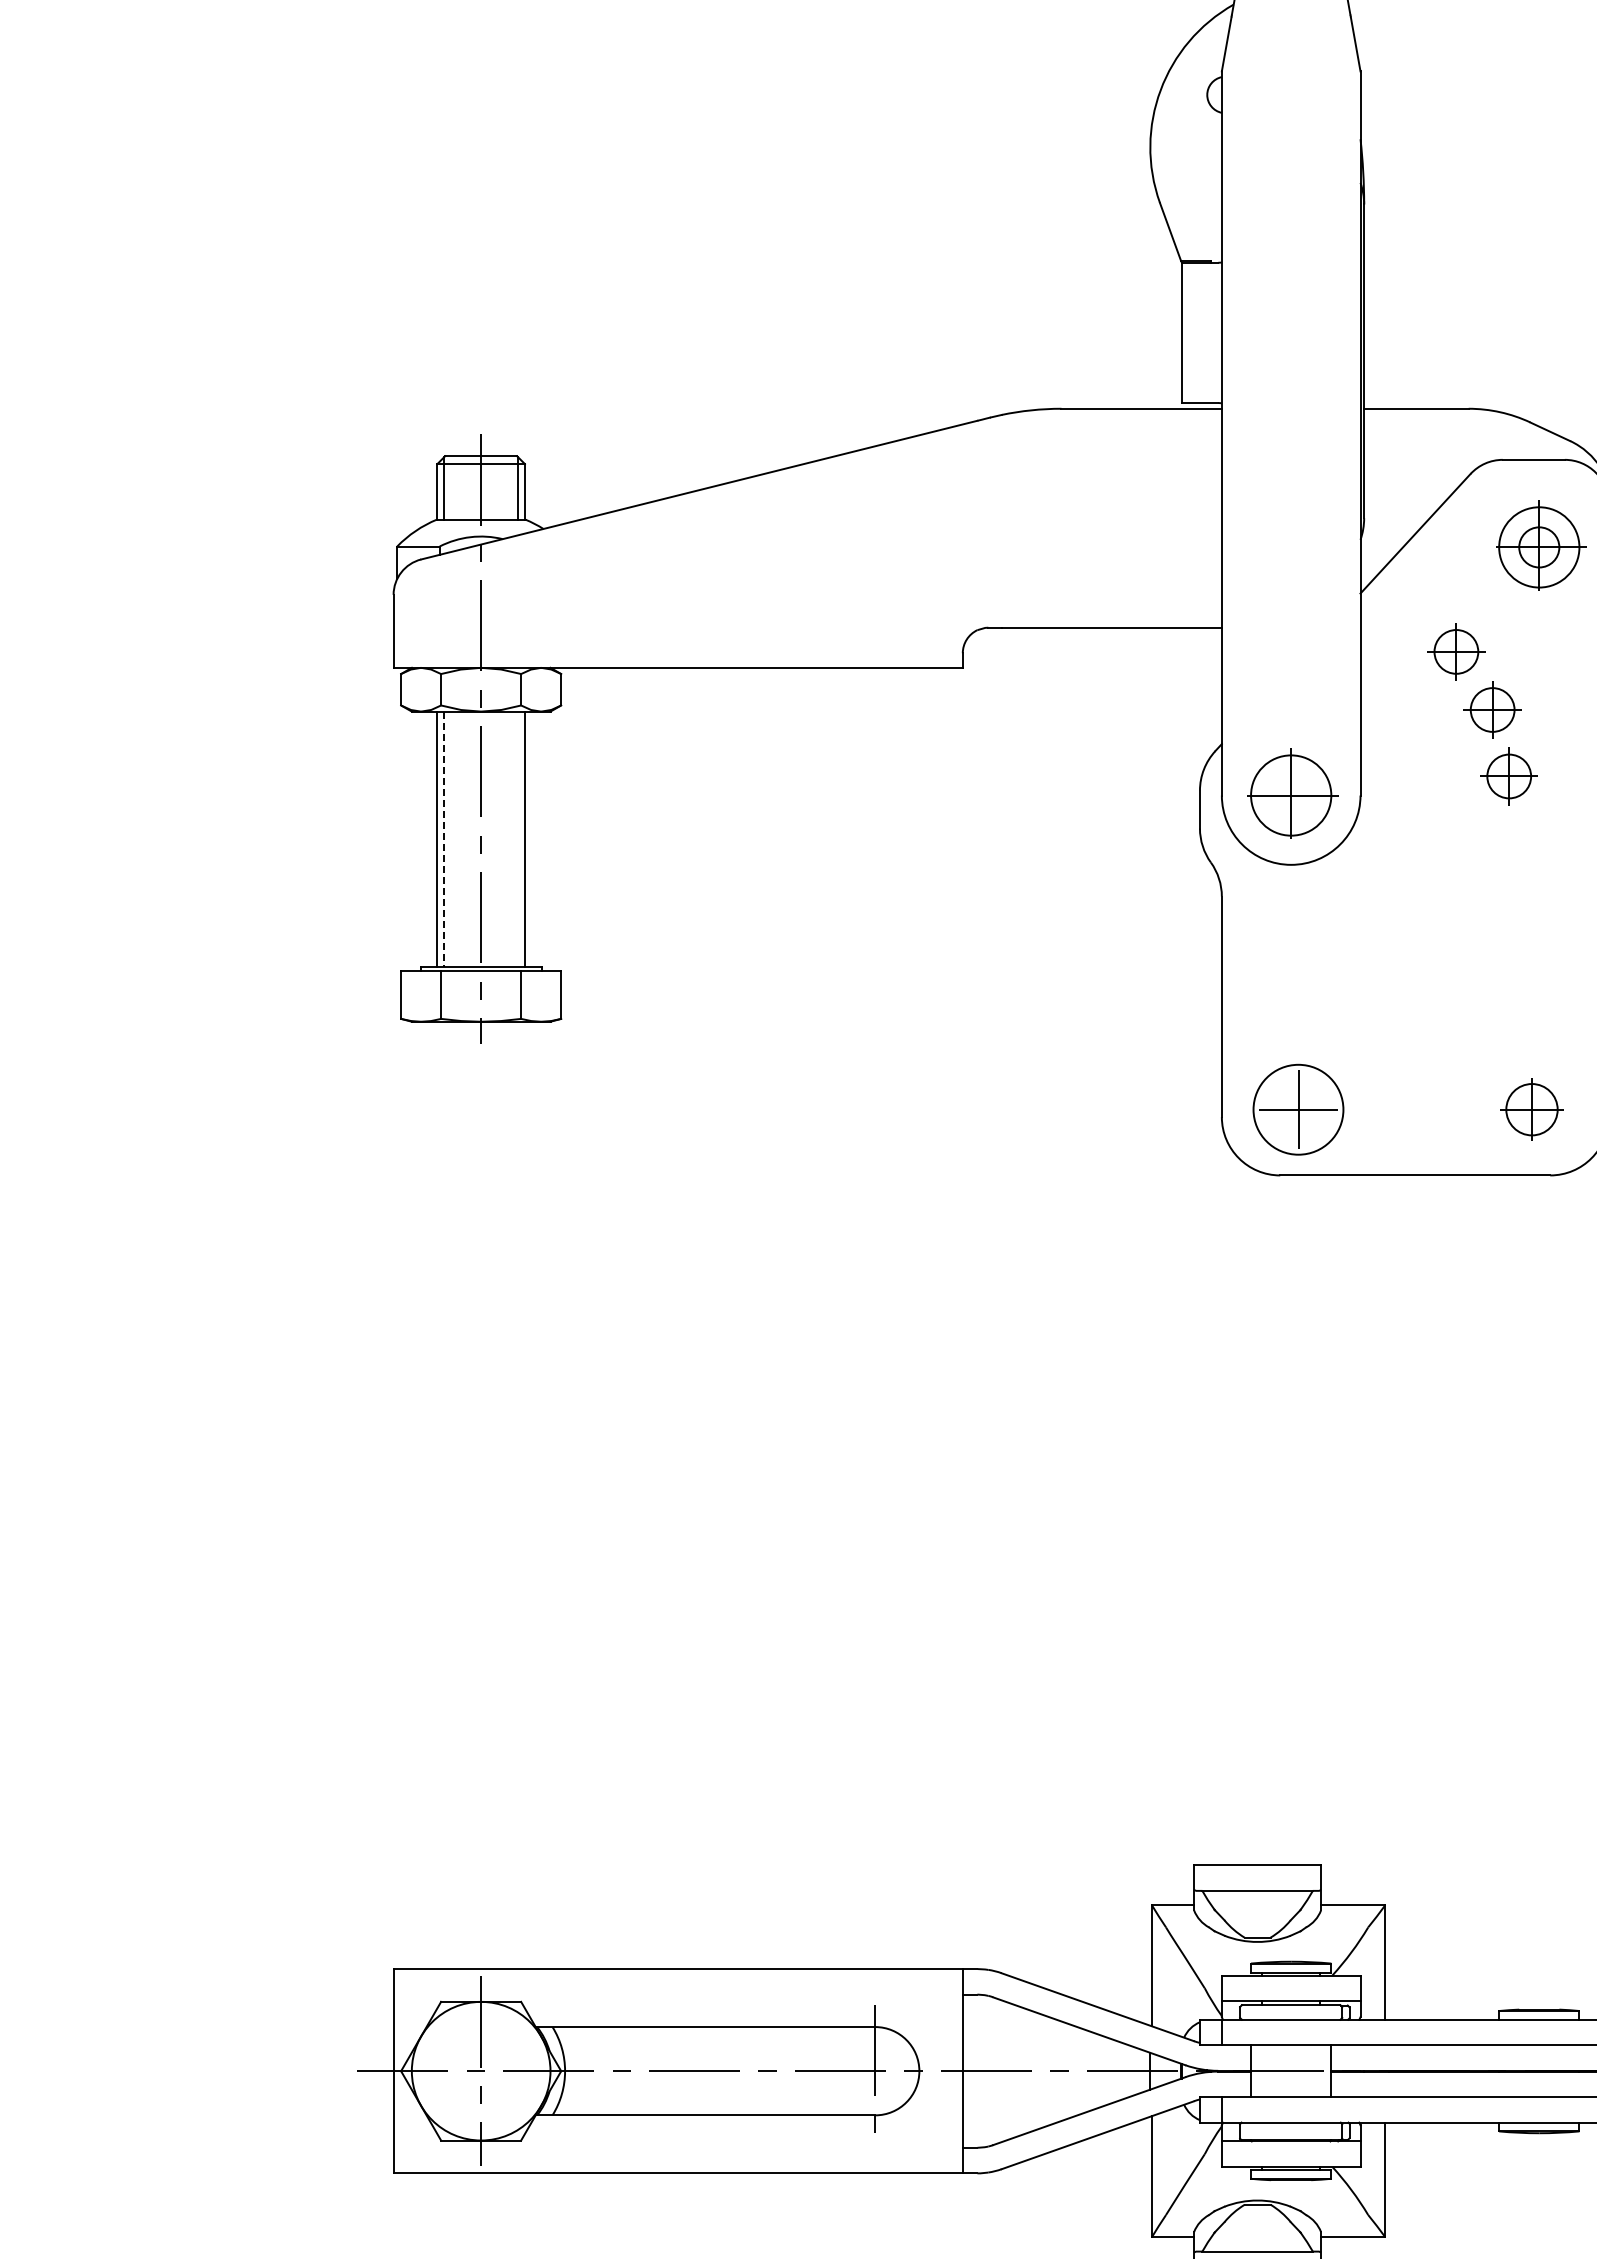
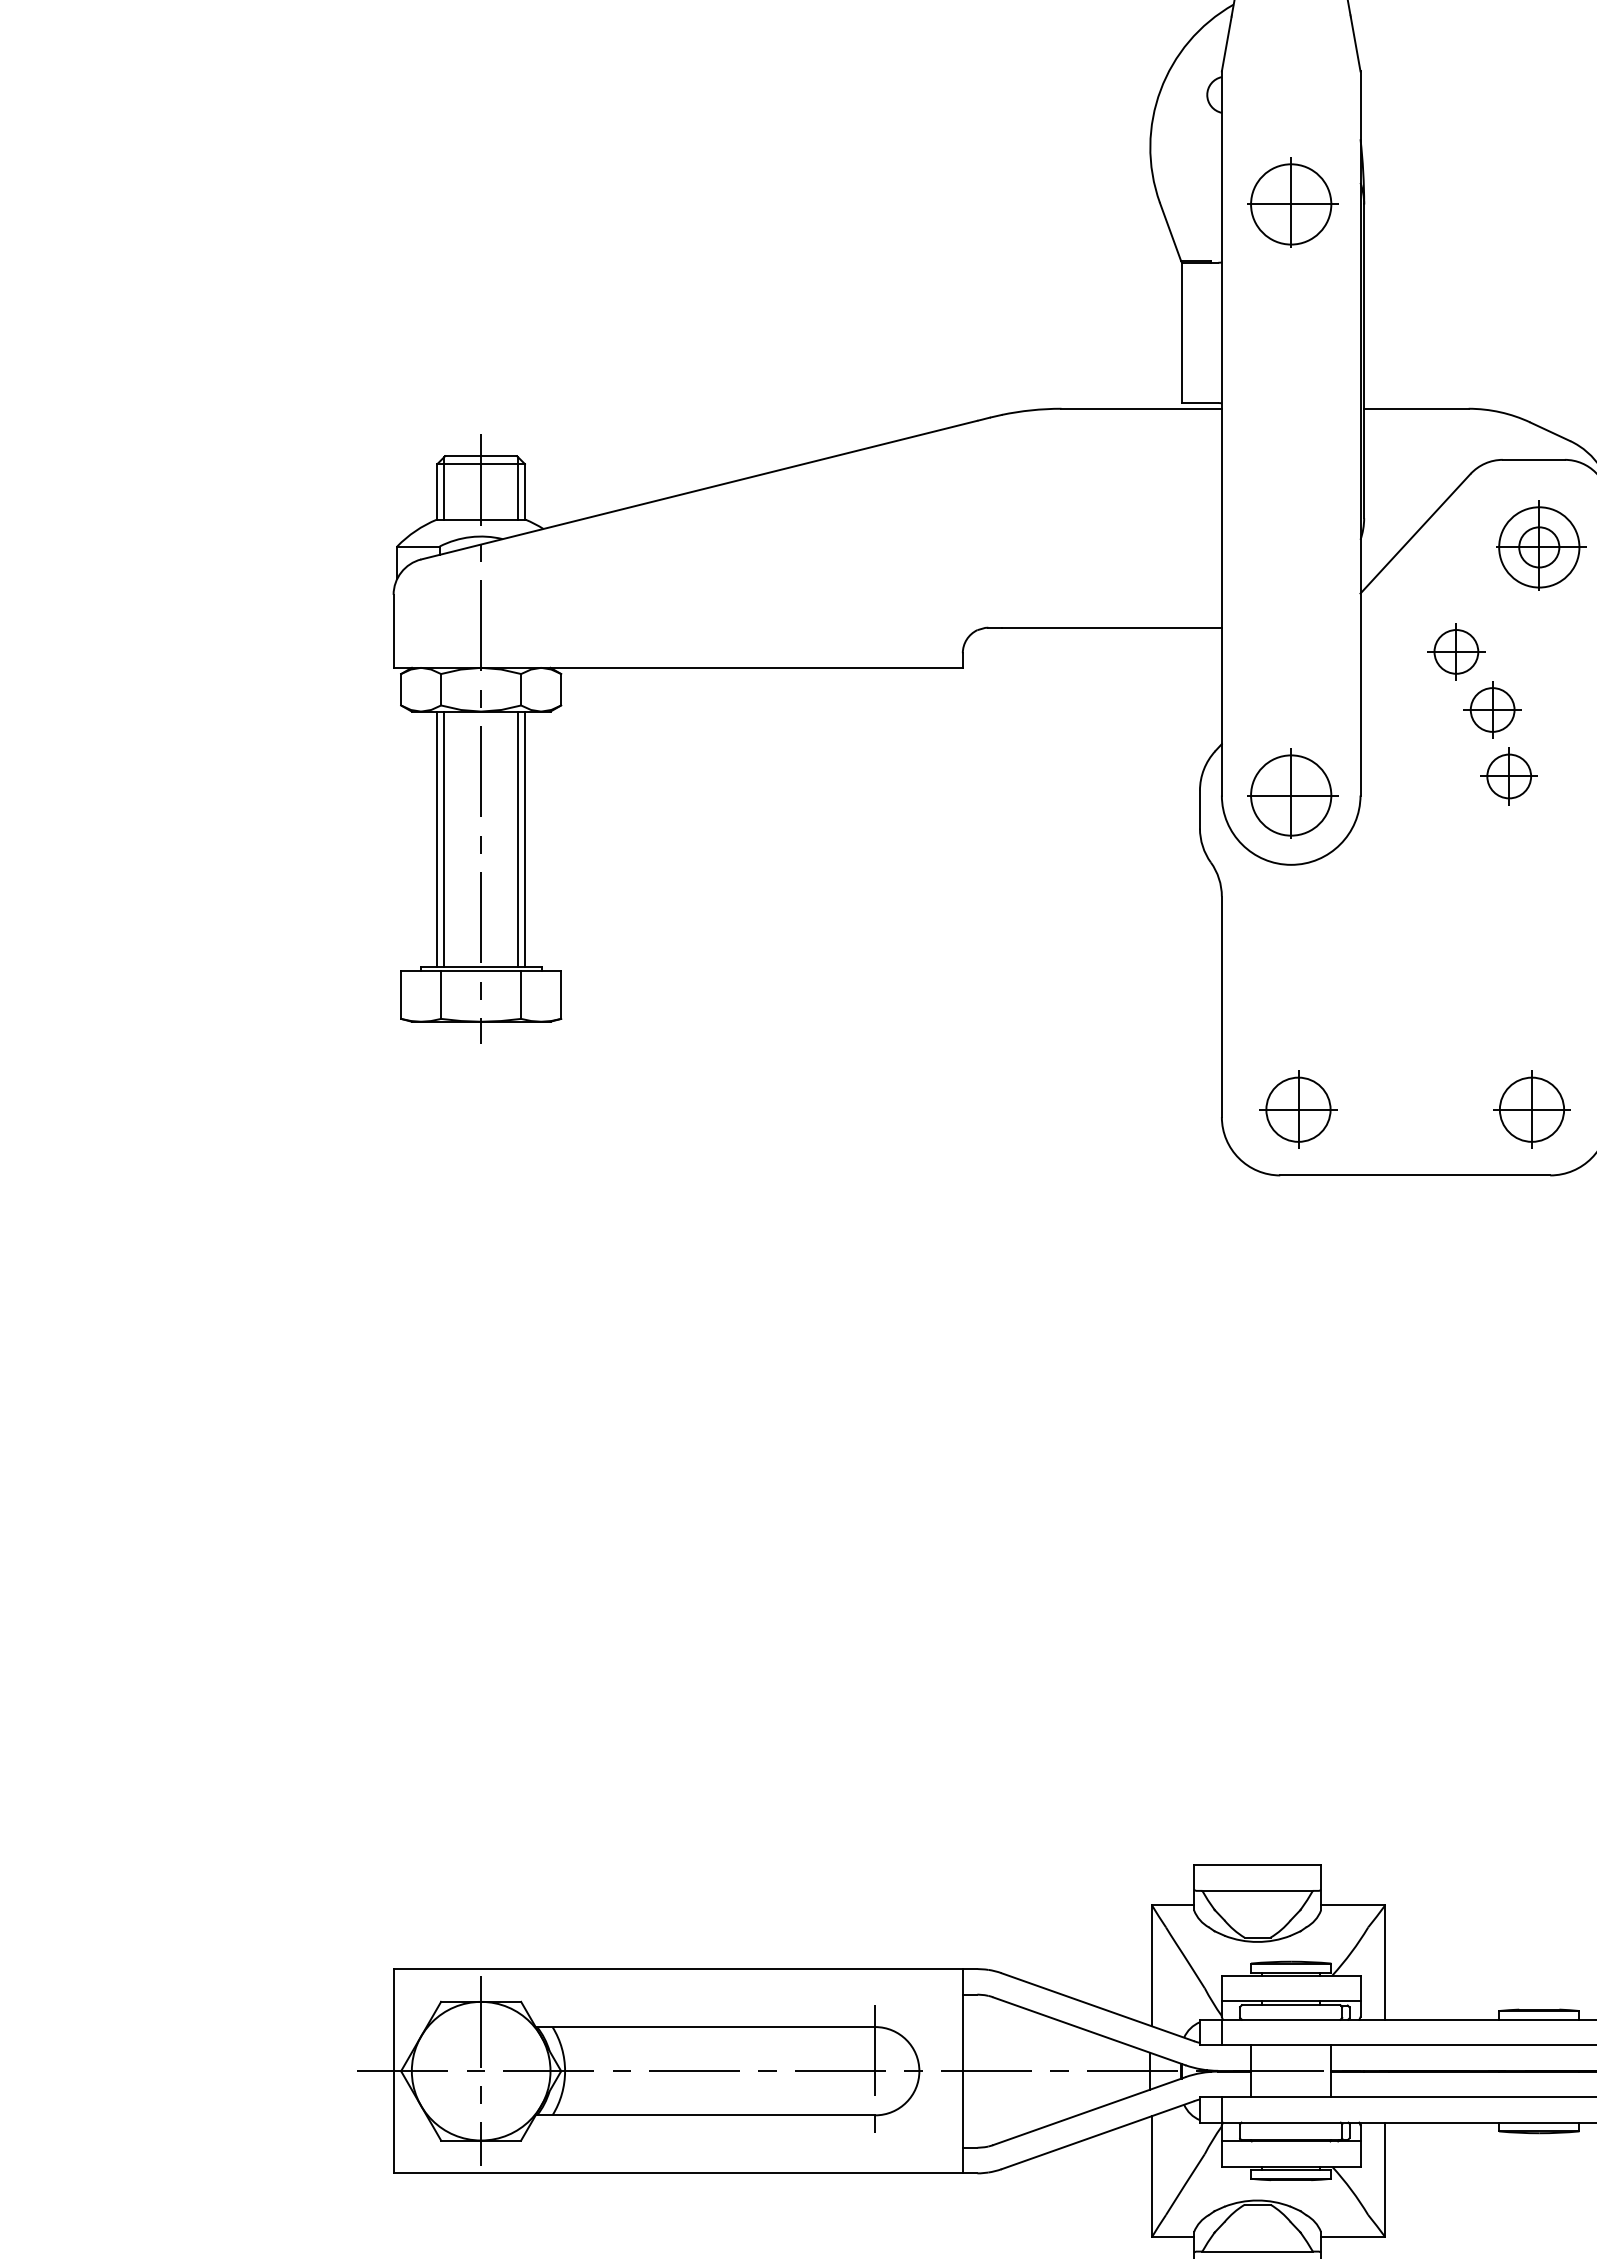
part at (1292, 202): none -> present
line at (444, 839): dashed -> solid
line at (518, 839): none -> present
circle at (1298, 1109) diameter: 90 px -> 64 px
part at (1531, 1109) size: 64x63 px -> 78x79 px
